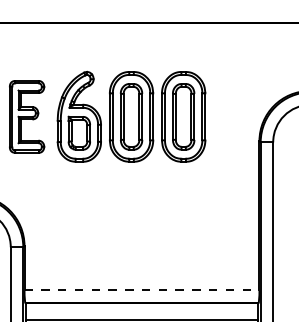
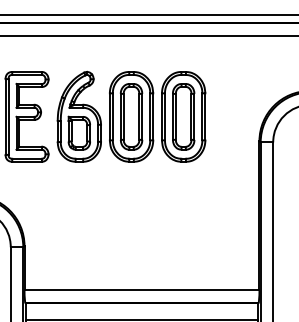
line at (148, 15): none -> present
line at (148, 35): none -> present
part at (27, 116) size: 37x74 px -> 46x92 px
line at (142, 290): dashed -> solid
